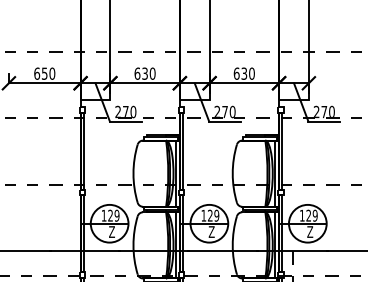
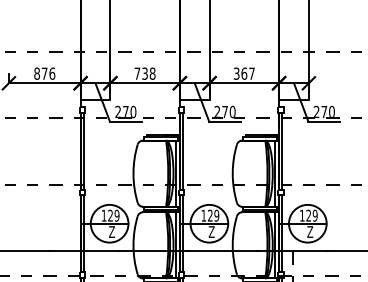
text at (44, 73): 650 -> 876
text at (144, 73): 630 -> 738
text at (243, 73): 630 -> 367
